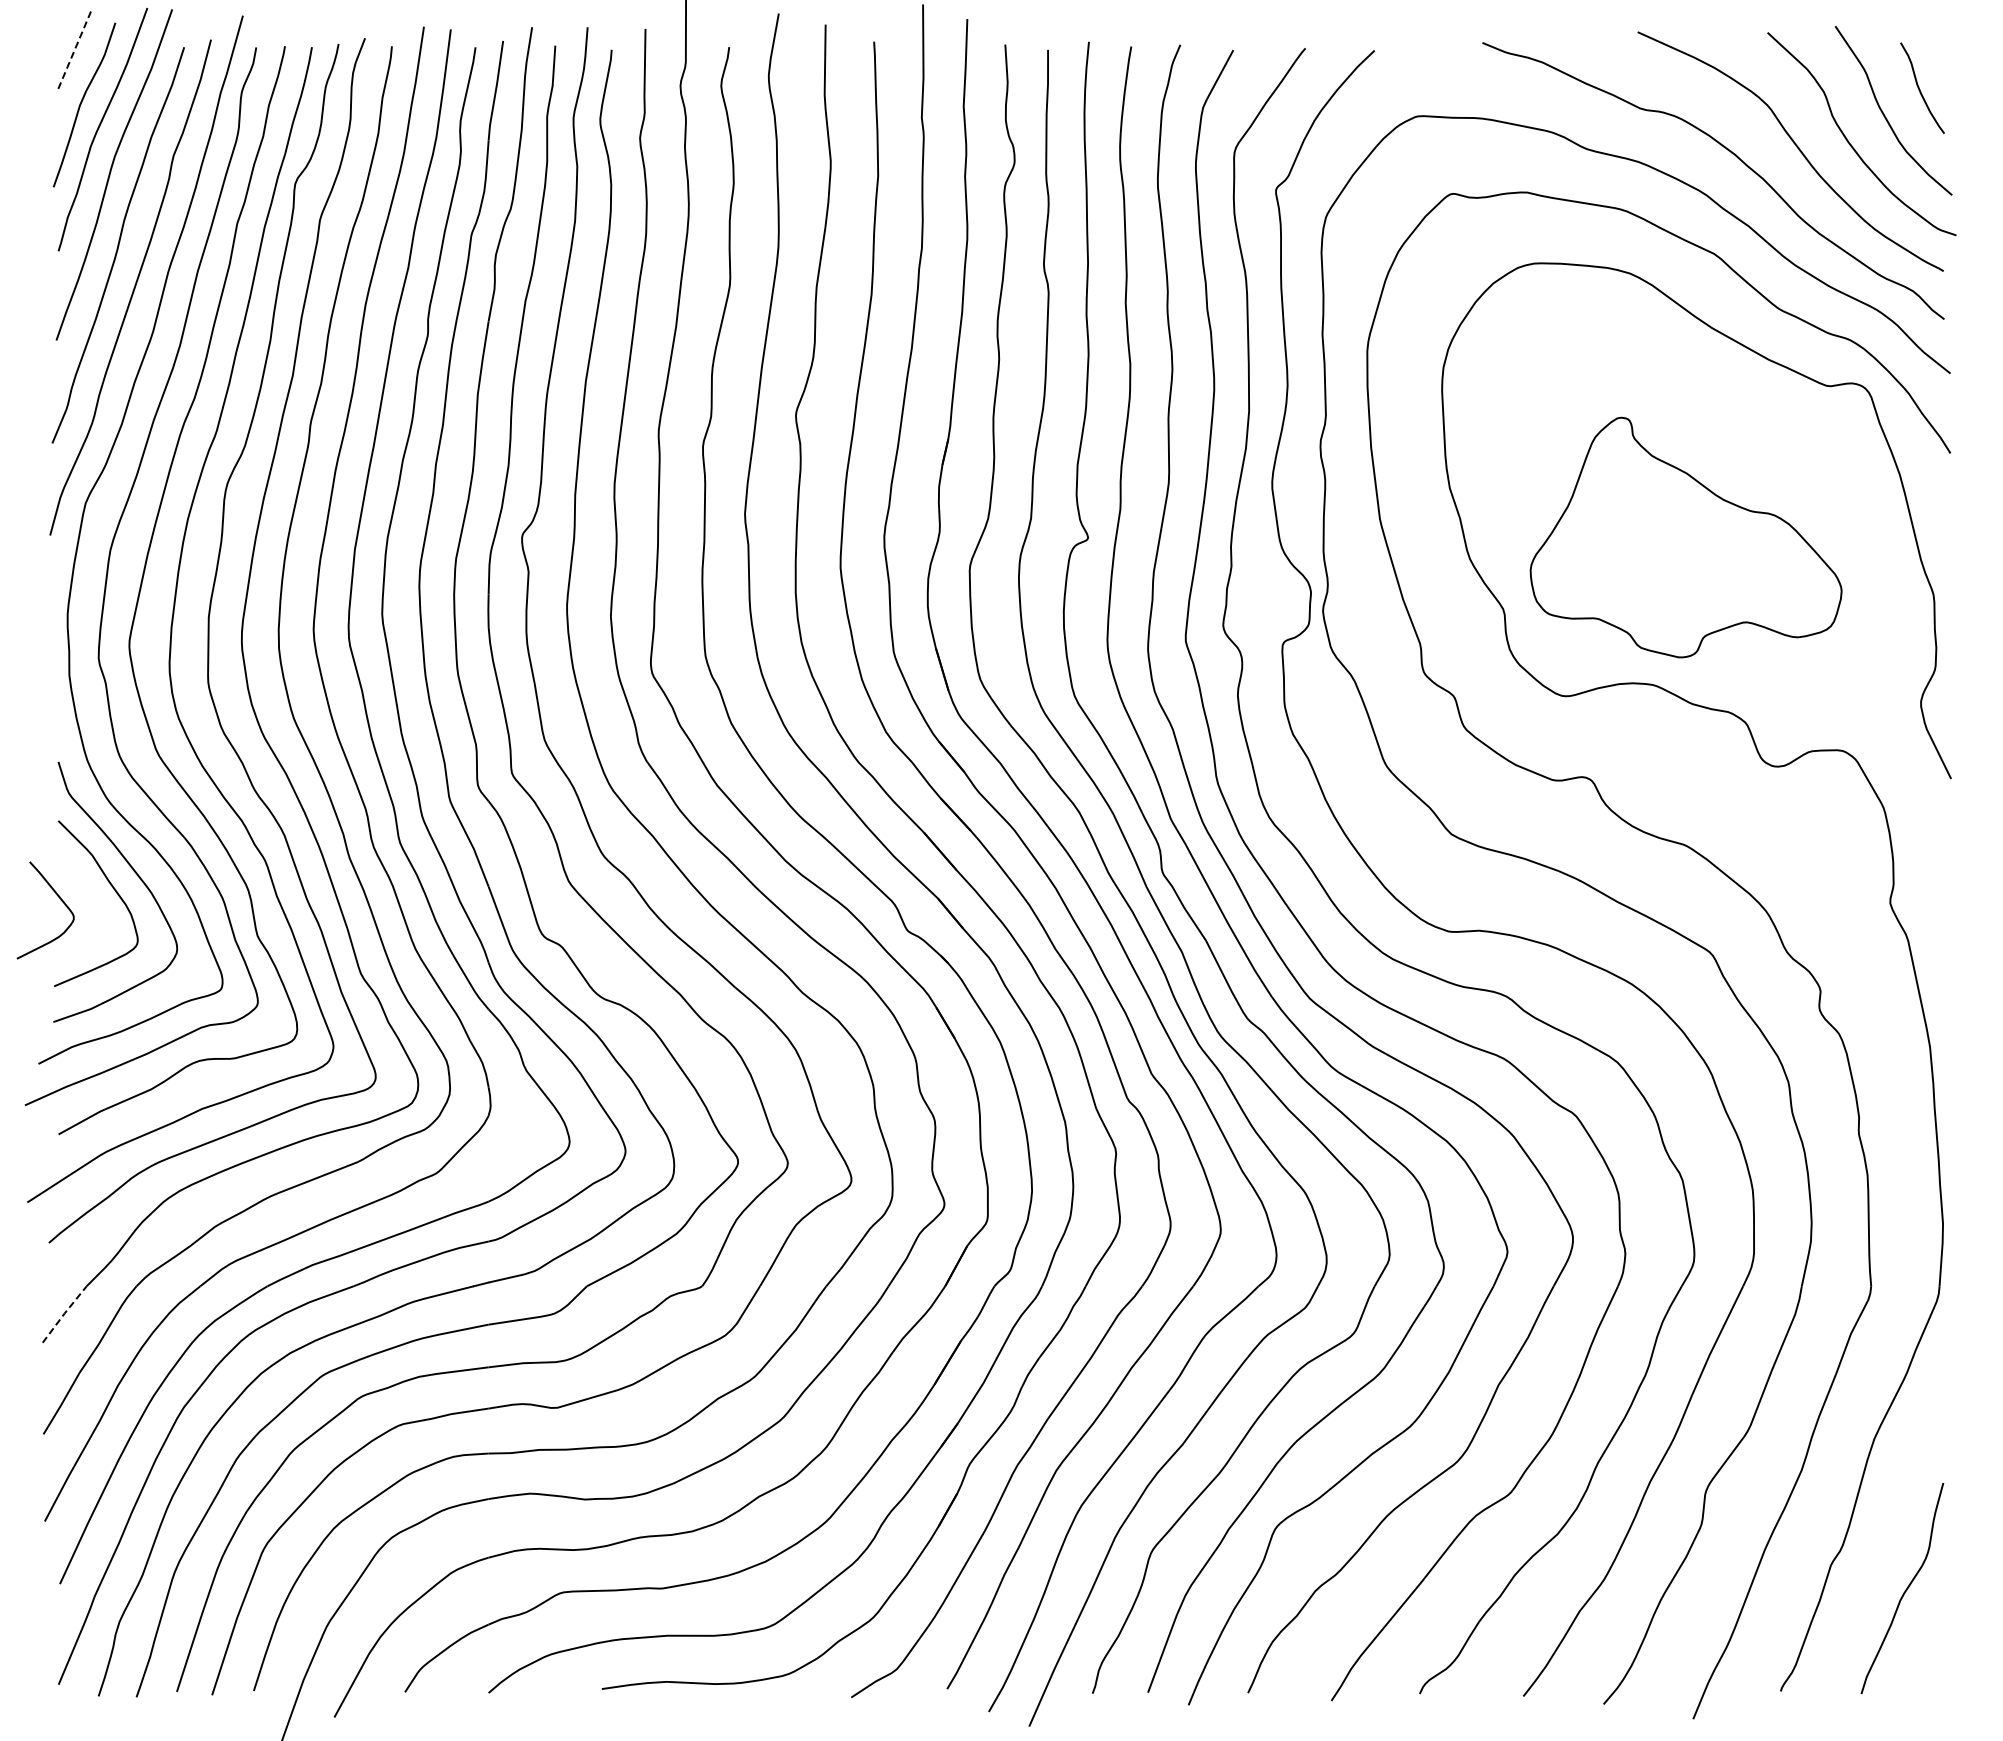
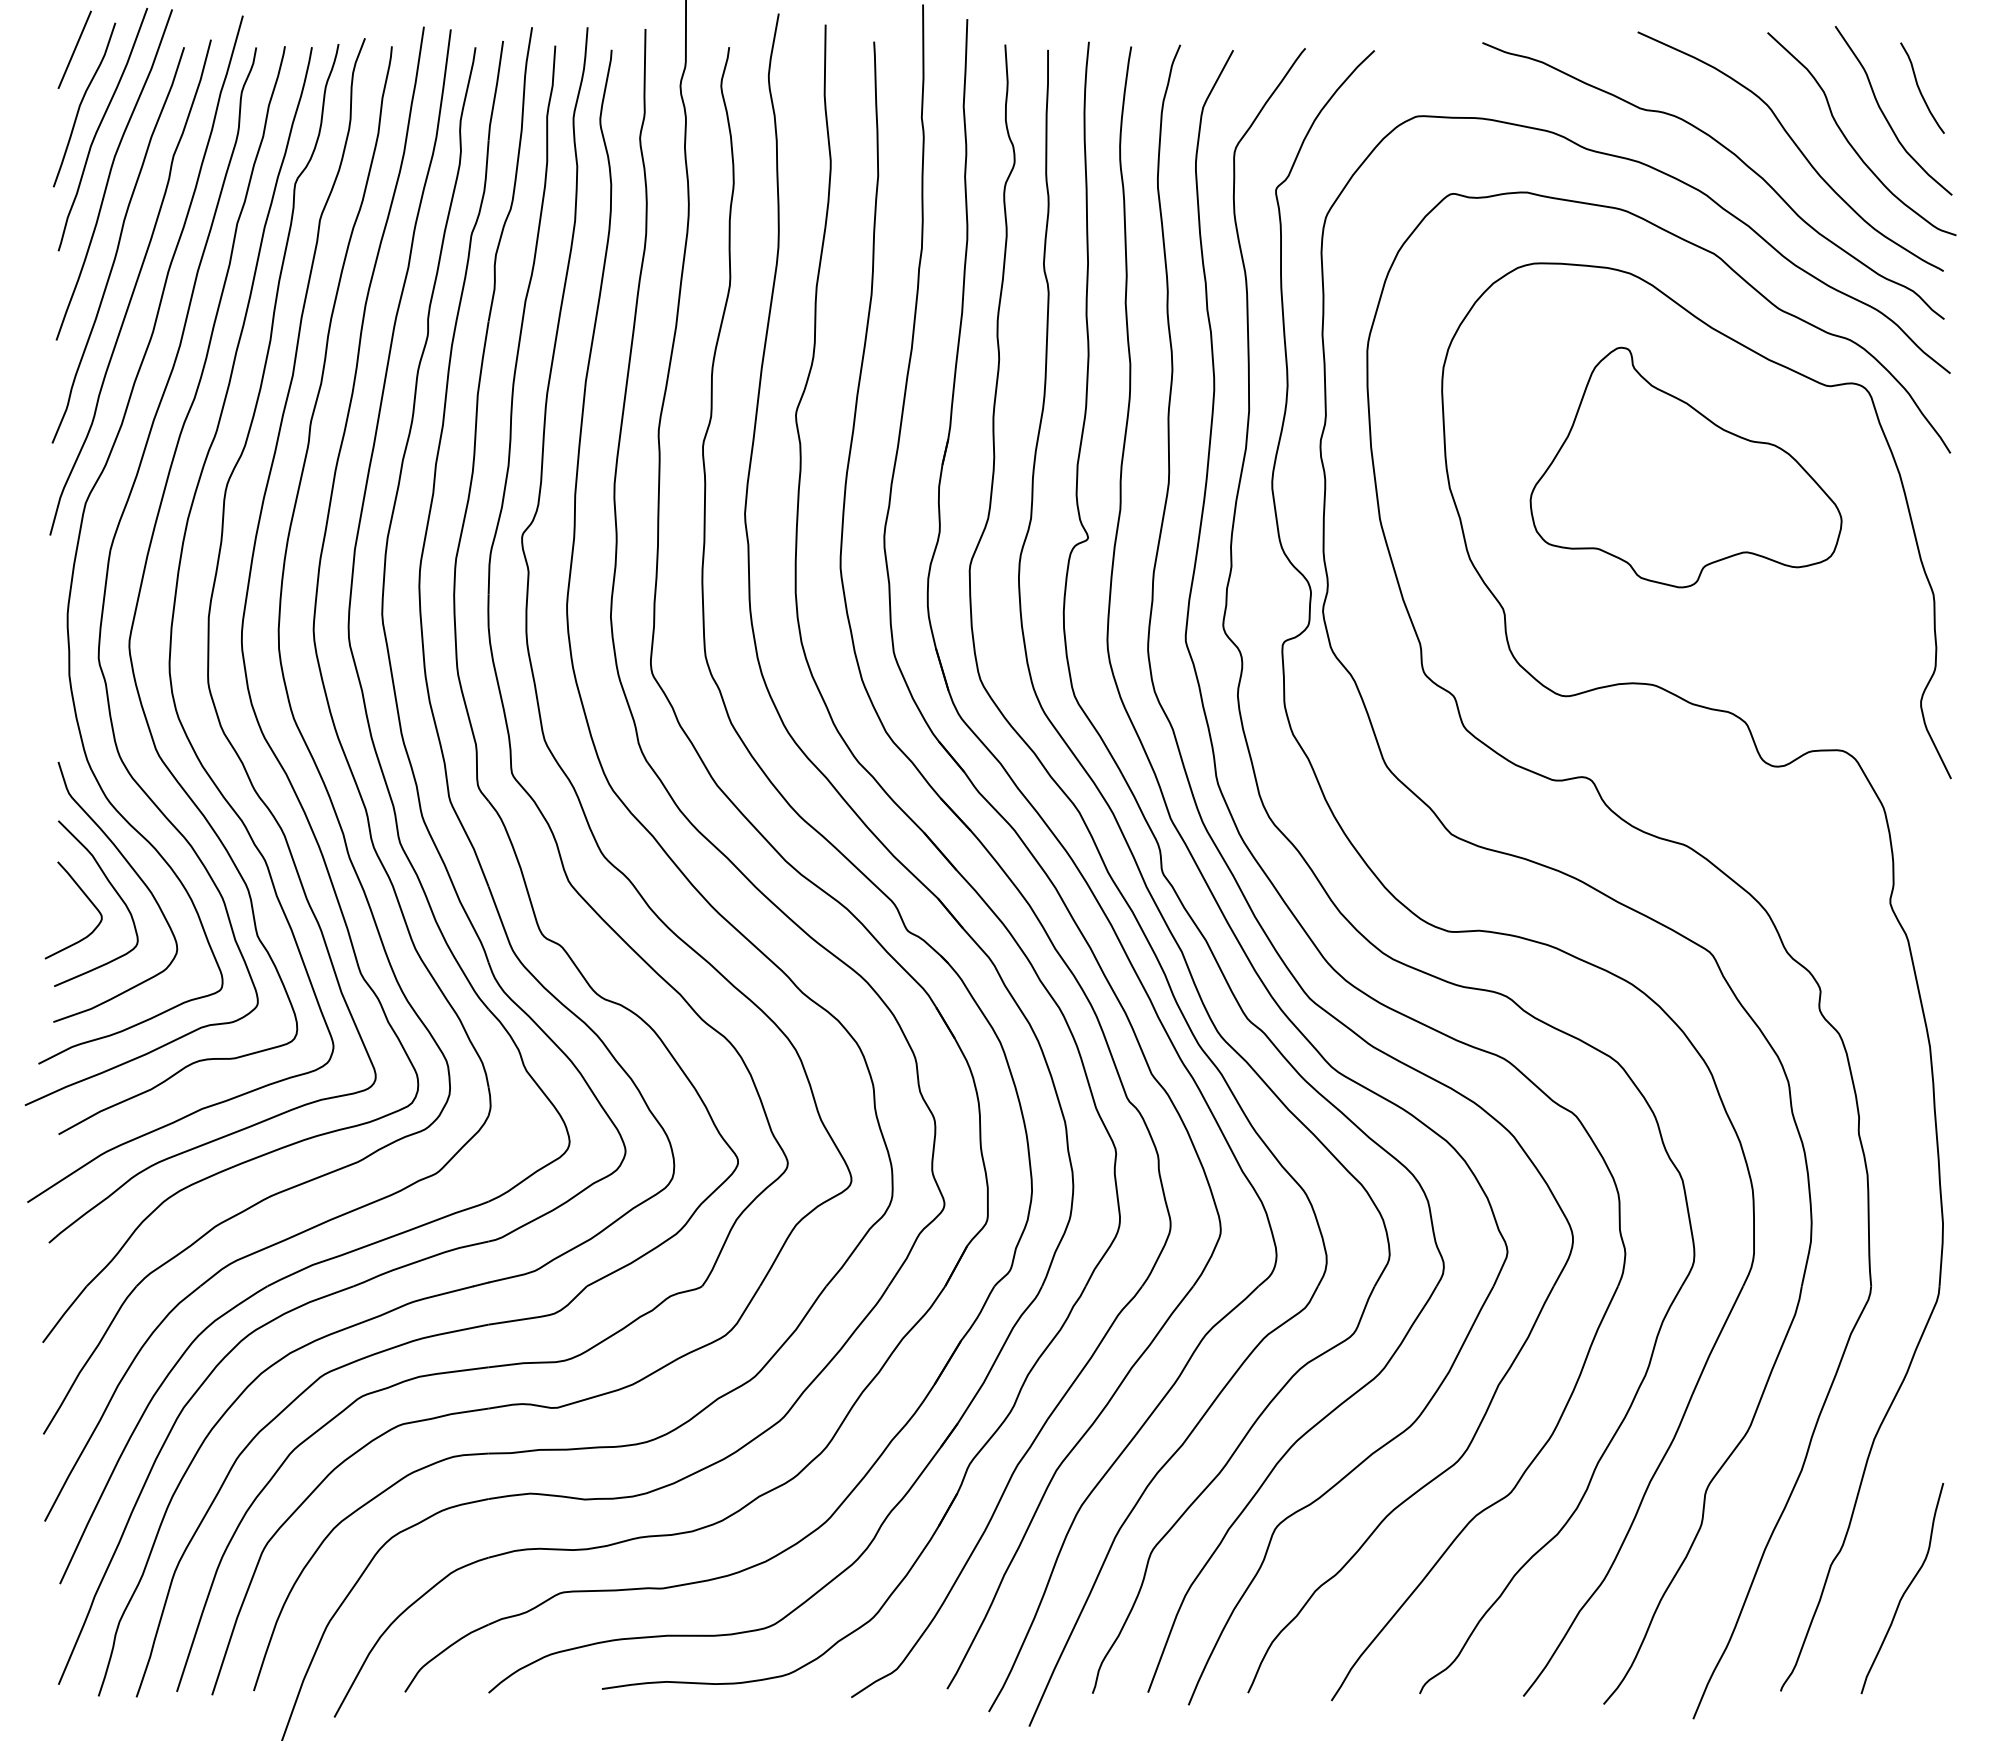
line at (75, 49): dashed -> solid
part at (1685, 537) position: (1685, 537) -> (1685, 467)
curve at (61, 901) position: (61, 901) -> (89, 901)
line at (64, 1313): dashed -> solid
